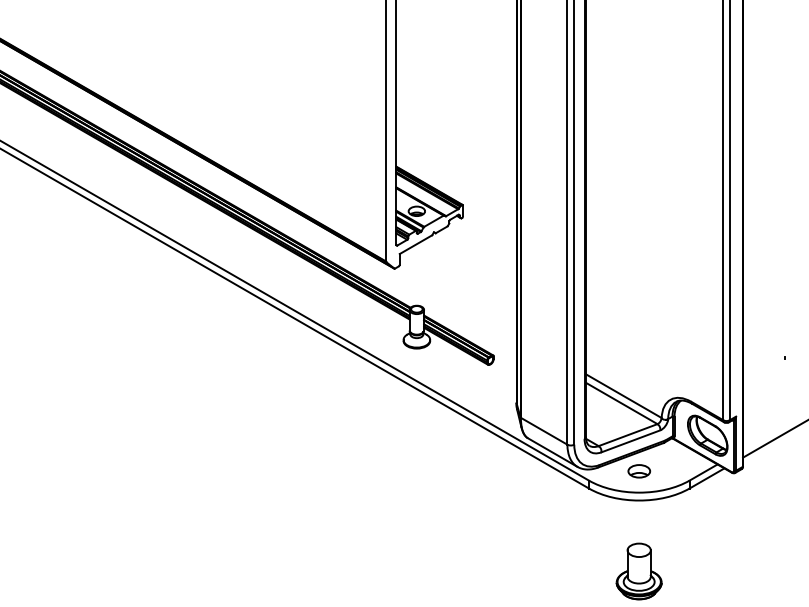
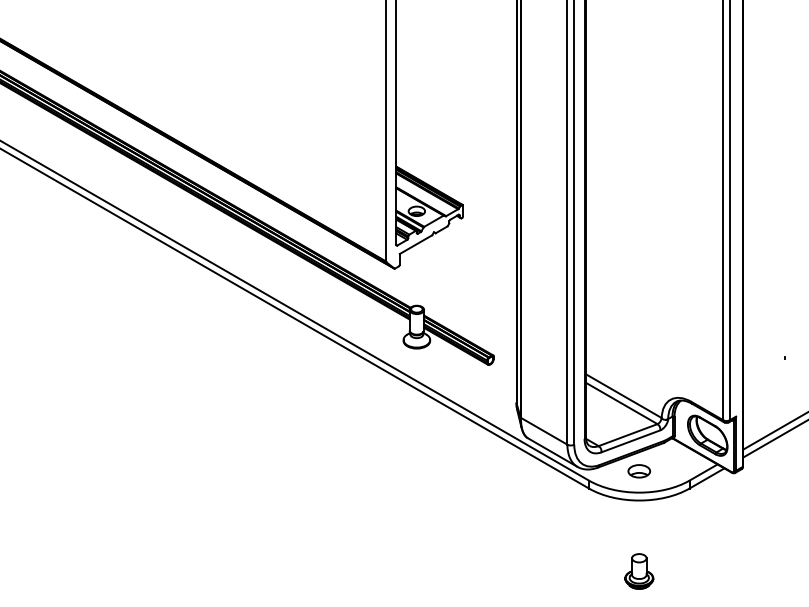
line at (774, 431): none -> present
part at (638, 571) size: 48x59 px -> 31x37 px
